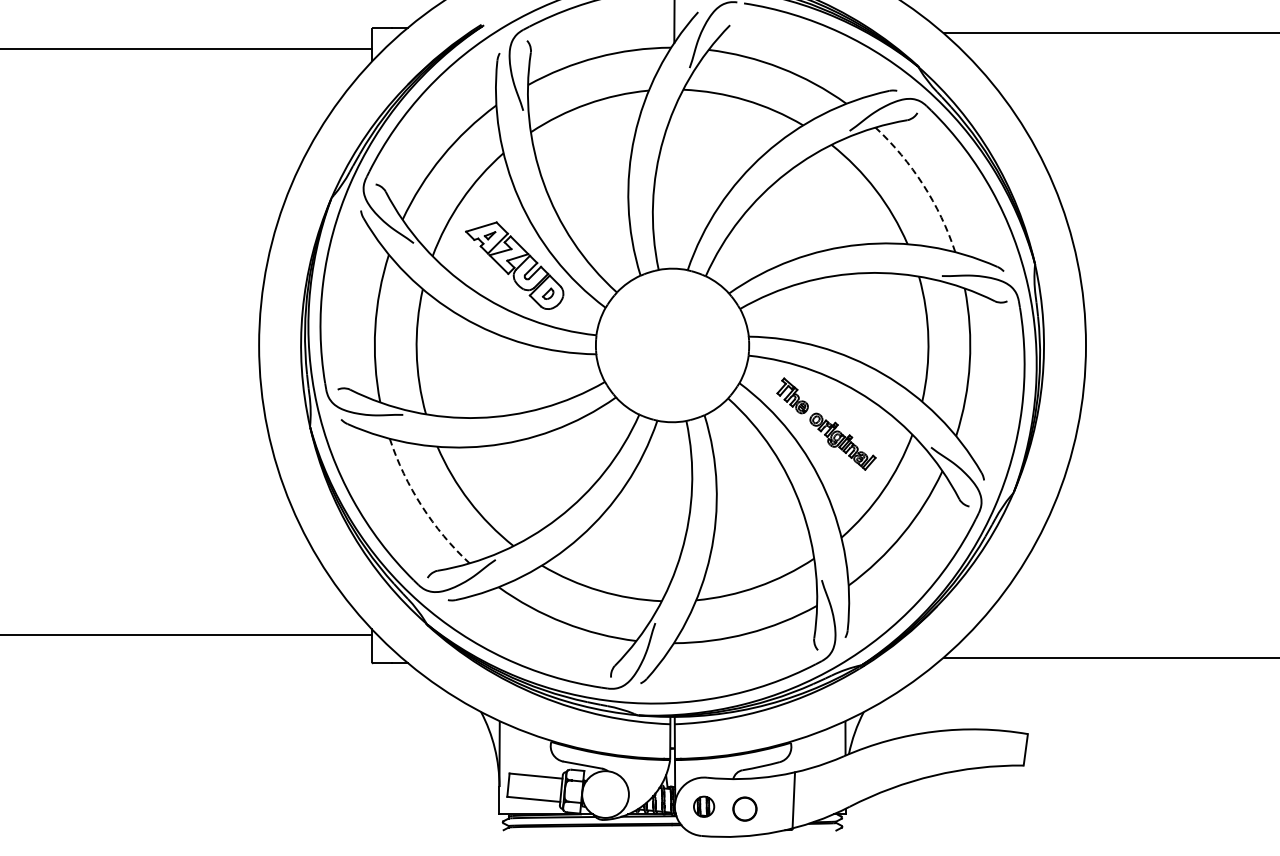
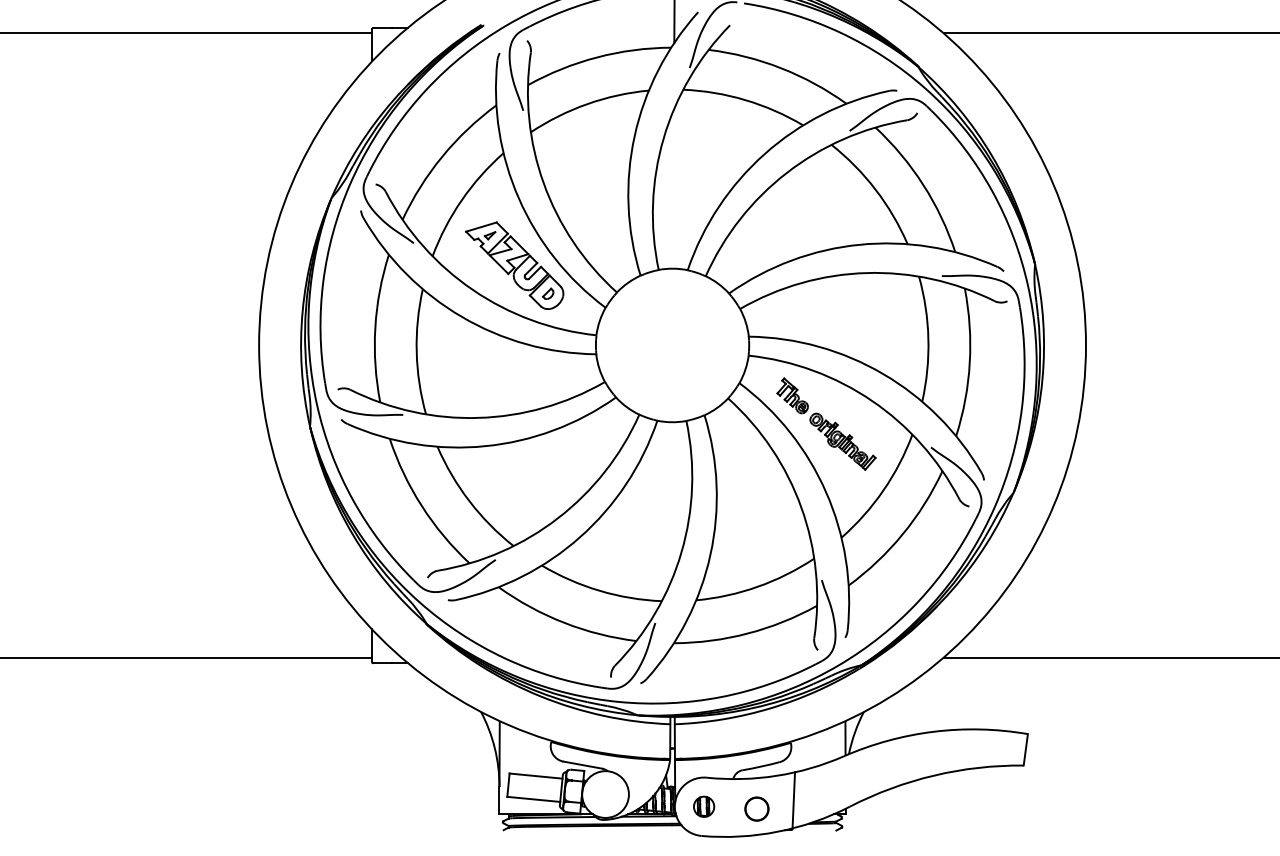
line at (187, 49) position: (187, 49) -> (187, 33)
arc at (923, 184): dashed -> solid
arc at (421, 506): dashed -> solid
line at (187, 634) position: (187, 634) -> (187, 657)
circle at (744, 808) position: (744, 808) -> (756, 808)
